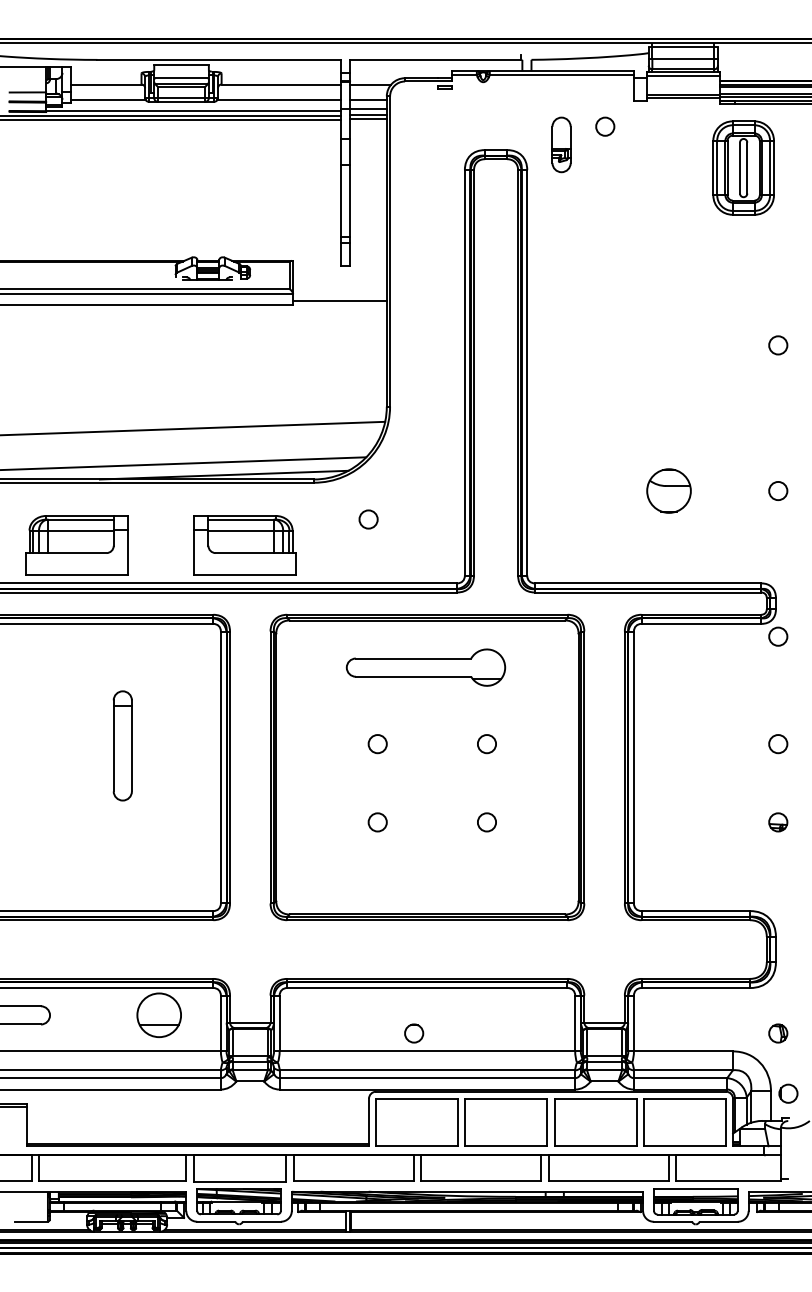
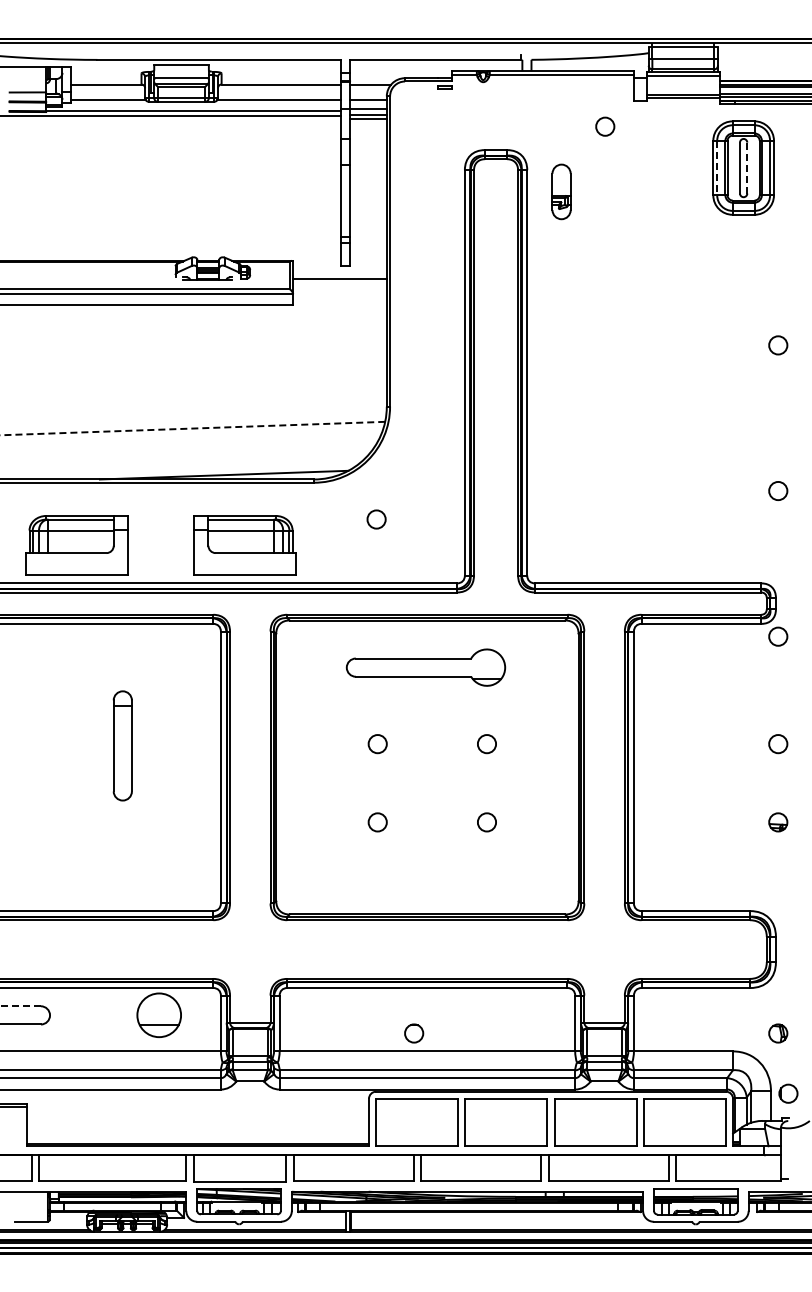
line at (171, 120): present -> none
part at (561, 144) position: (561, 144) -> (561, 191)
line at (717, 168): solid -> dashed
line at (747, 168): solid -> dashed
line at (339, 301) position: (339, 301) -> (339, 279)
line at (192, 428): solid -> dashed
line at (184, 463): present -> none
part at (668, 490): present -> none
circle at (368, 519) position: (368, 519) -> (376, 519)
line at (20, 1006): solid -> dashed
